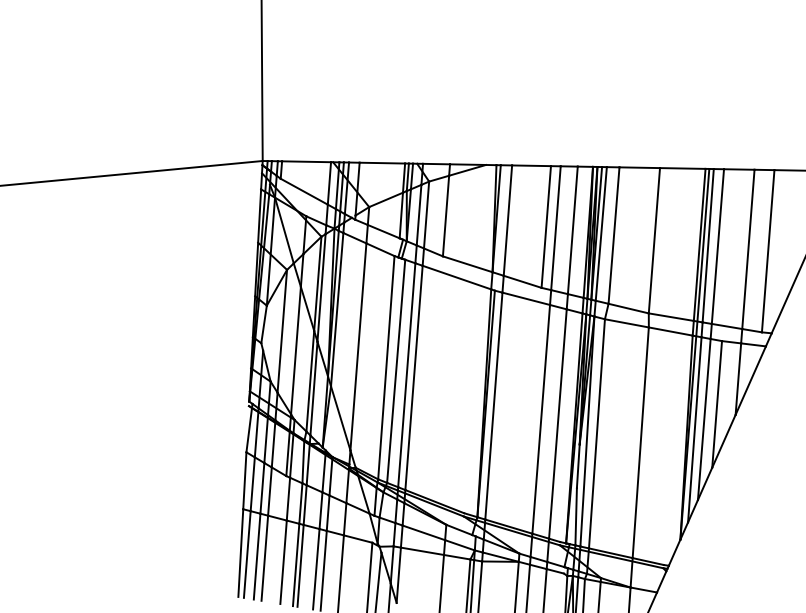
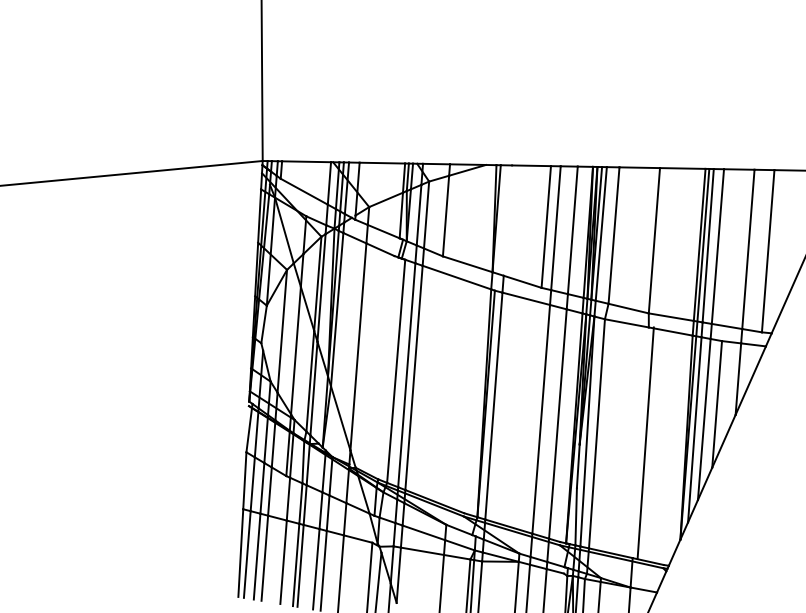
line at (507, 220): present -> none
line at (386, 367): present -> none
line at (640, 442) position: (640, 442) -> (645, 442)
